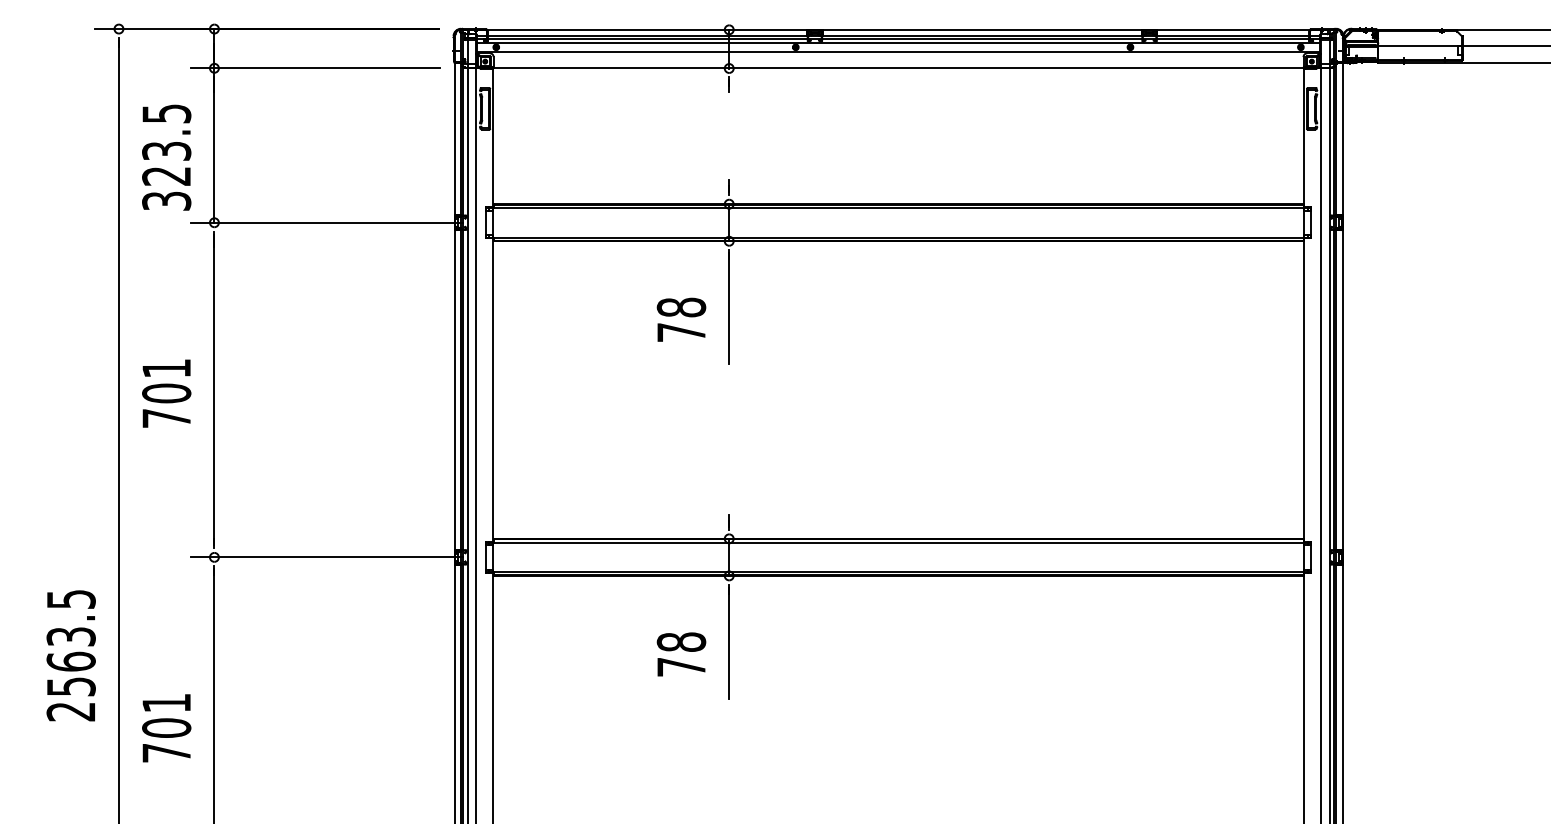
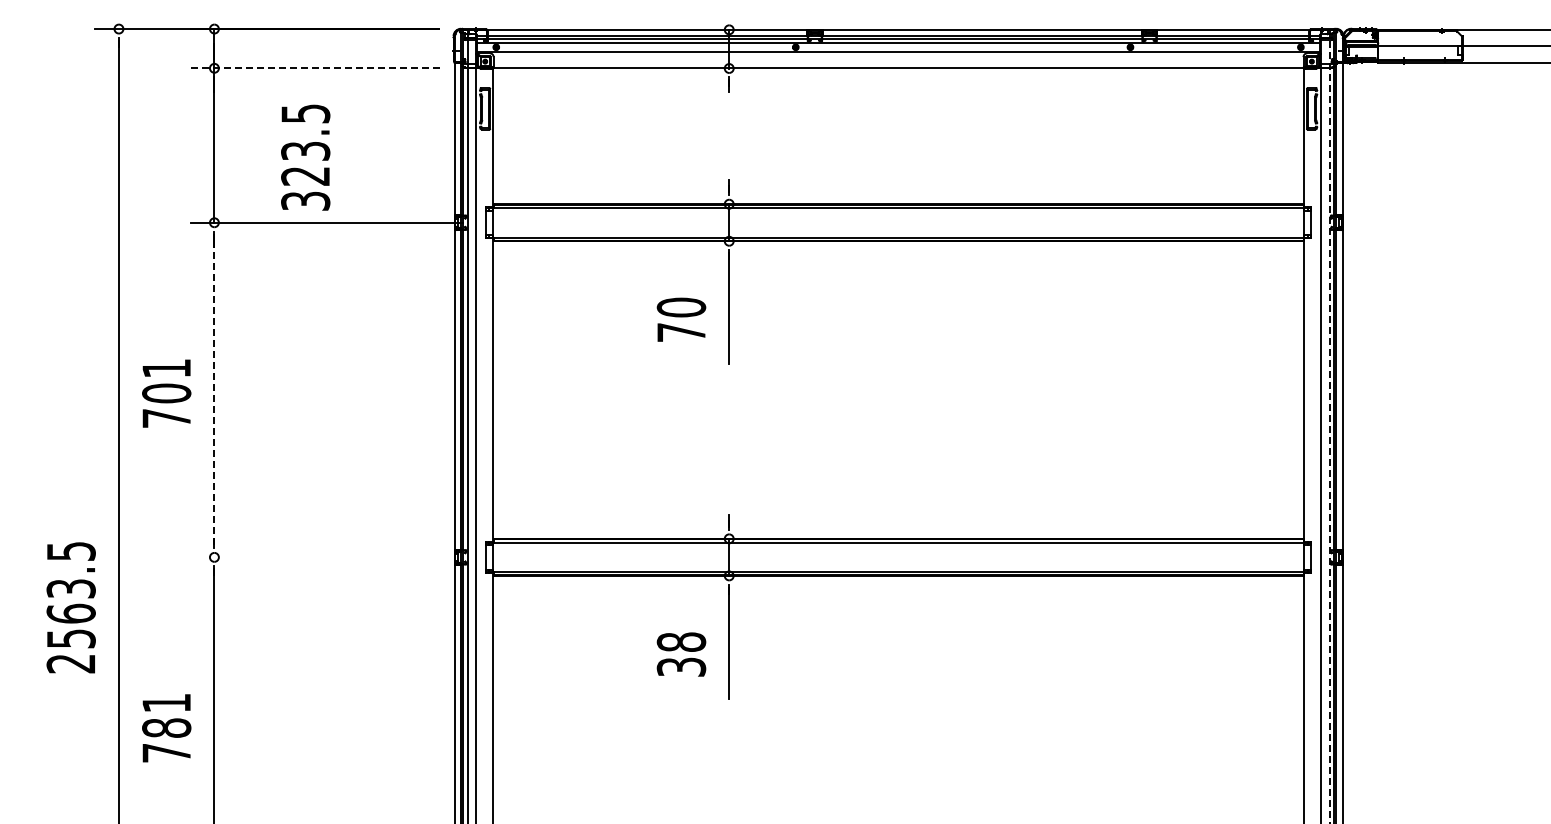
line at (315, 68): solid -> dashed
text at (166, 157) position: (166, 157) -> (305, 157)
text at (681, 307): 78 -> 70
line at (214, 389): solid -> dashed
line at (1329, 427): solid -> dashed
line at (326, 557): present -> none
text at (70, 655) position: (70, 655) -> (70, 607)
text at (681, 666): 78 -> 38
text at (166, 727): 701 -> 781
